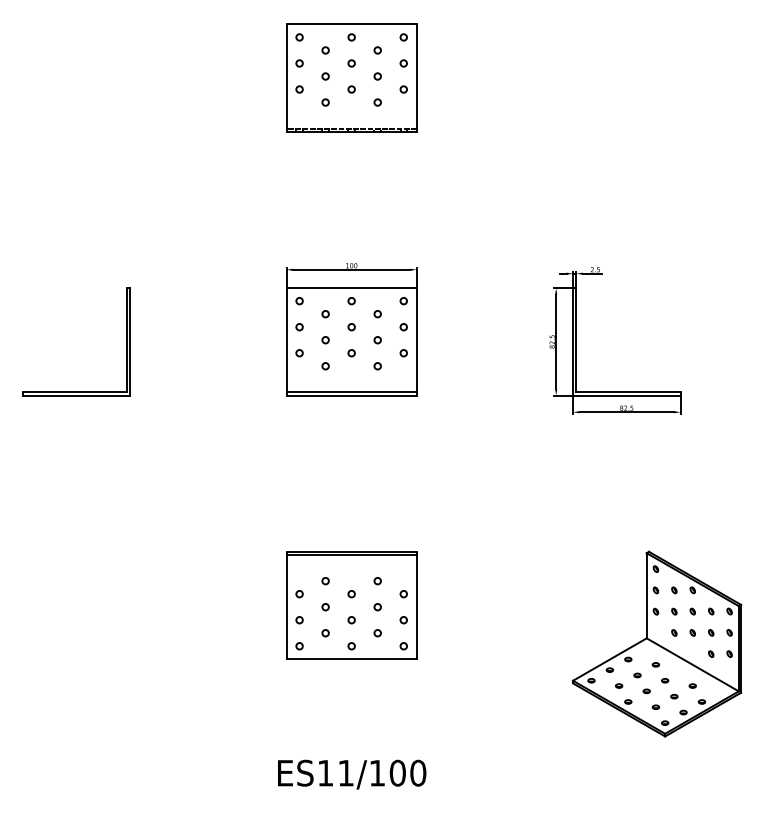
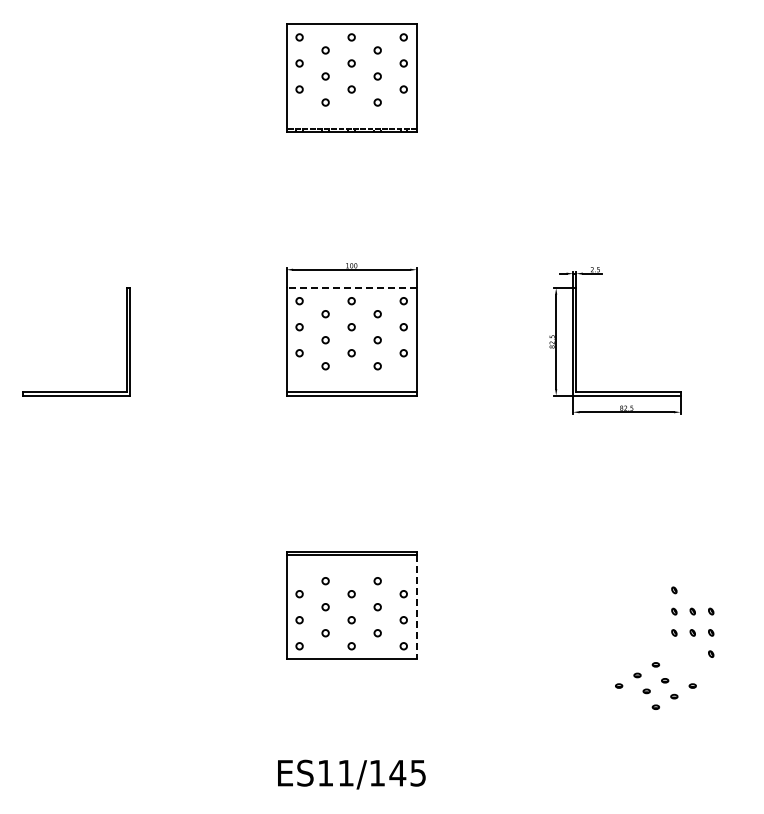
line at (351, 288): solid -> dashed
line at (416, 607): solid -> dashed
part at (657, 643): present -> none
text at (407, 772): ES11/100 -> ES11/145
